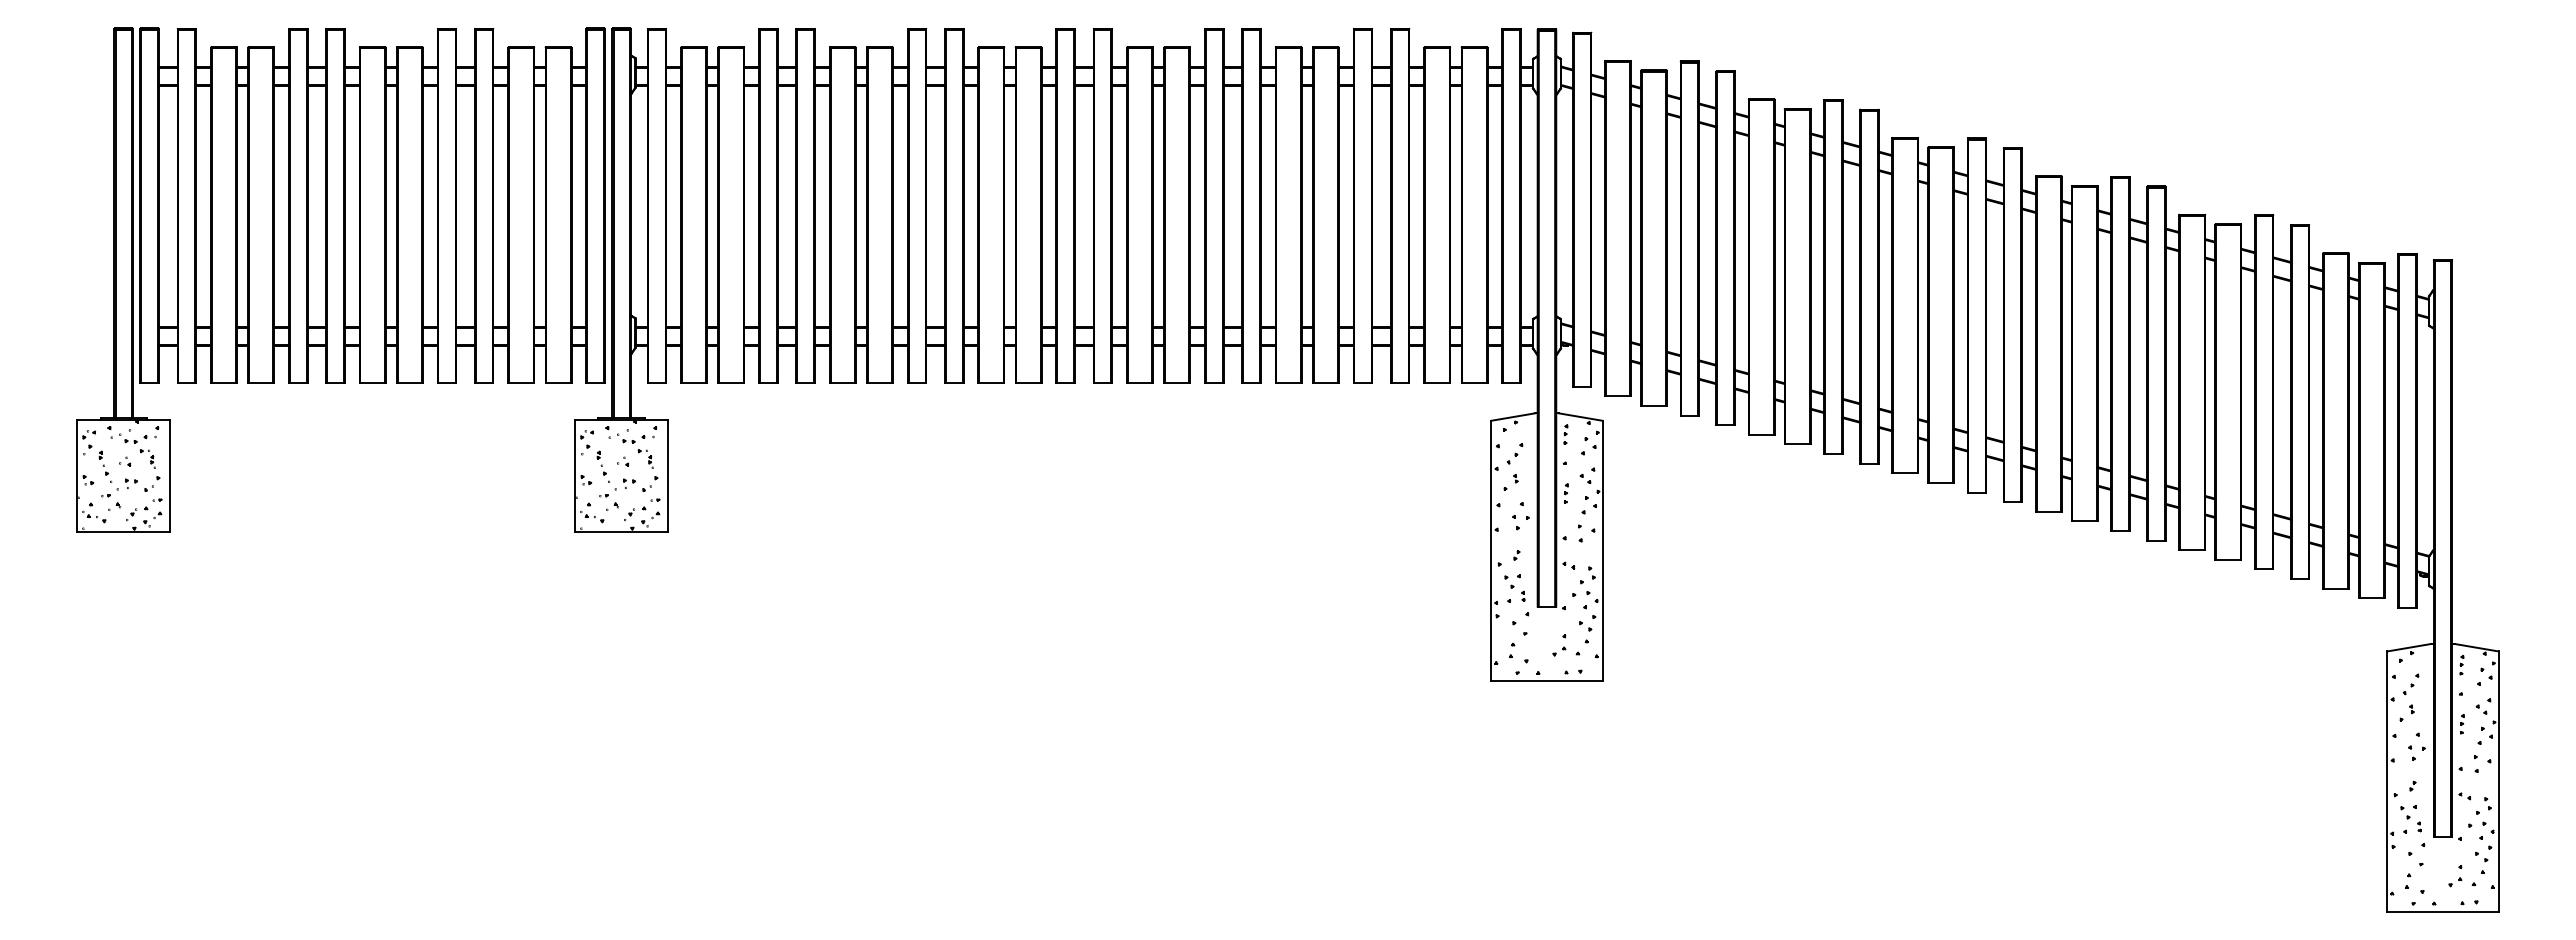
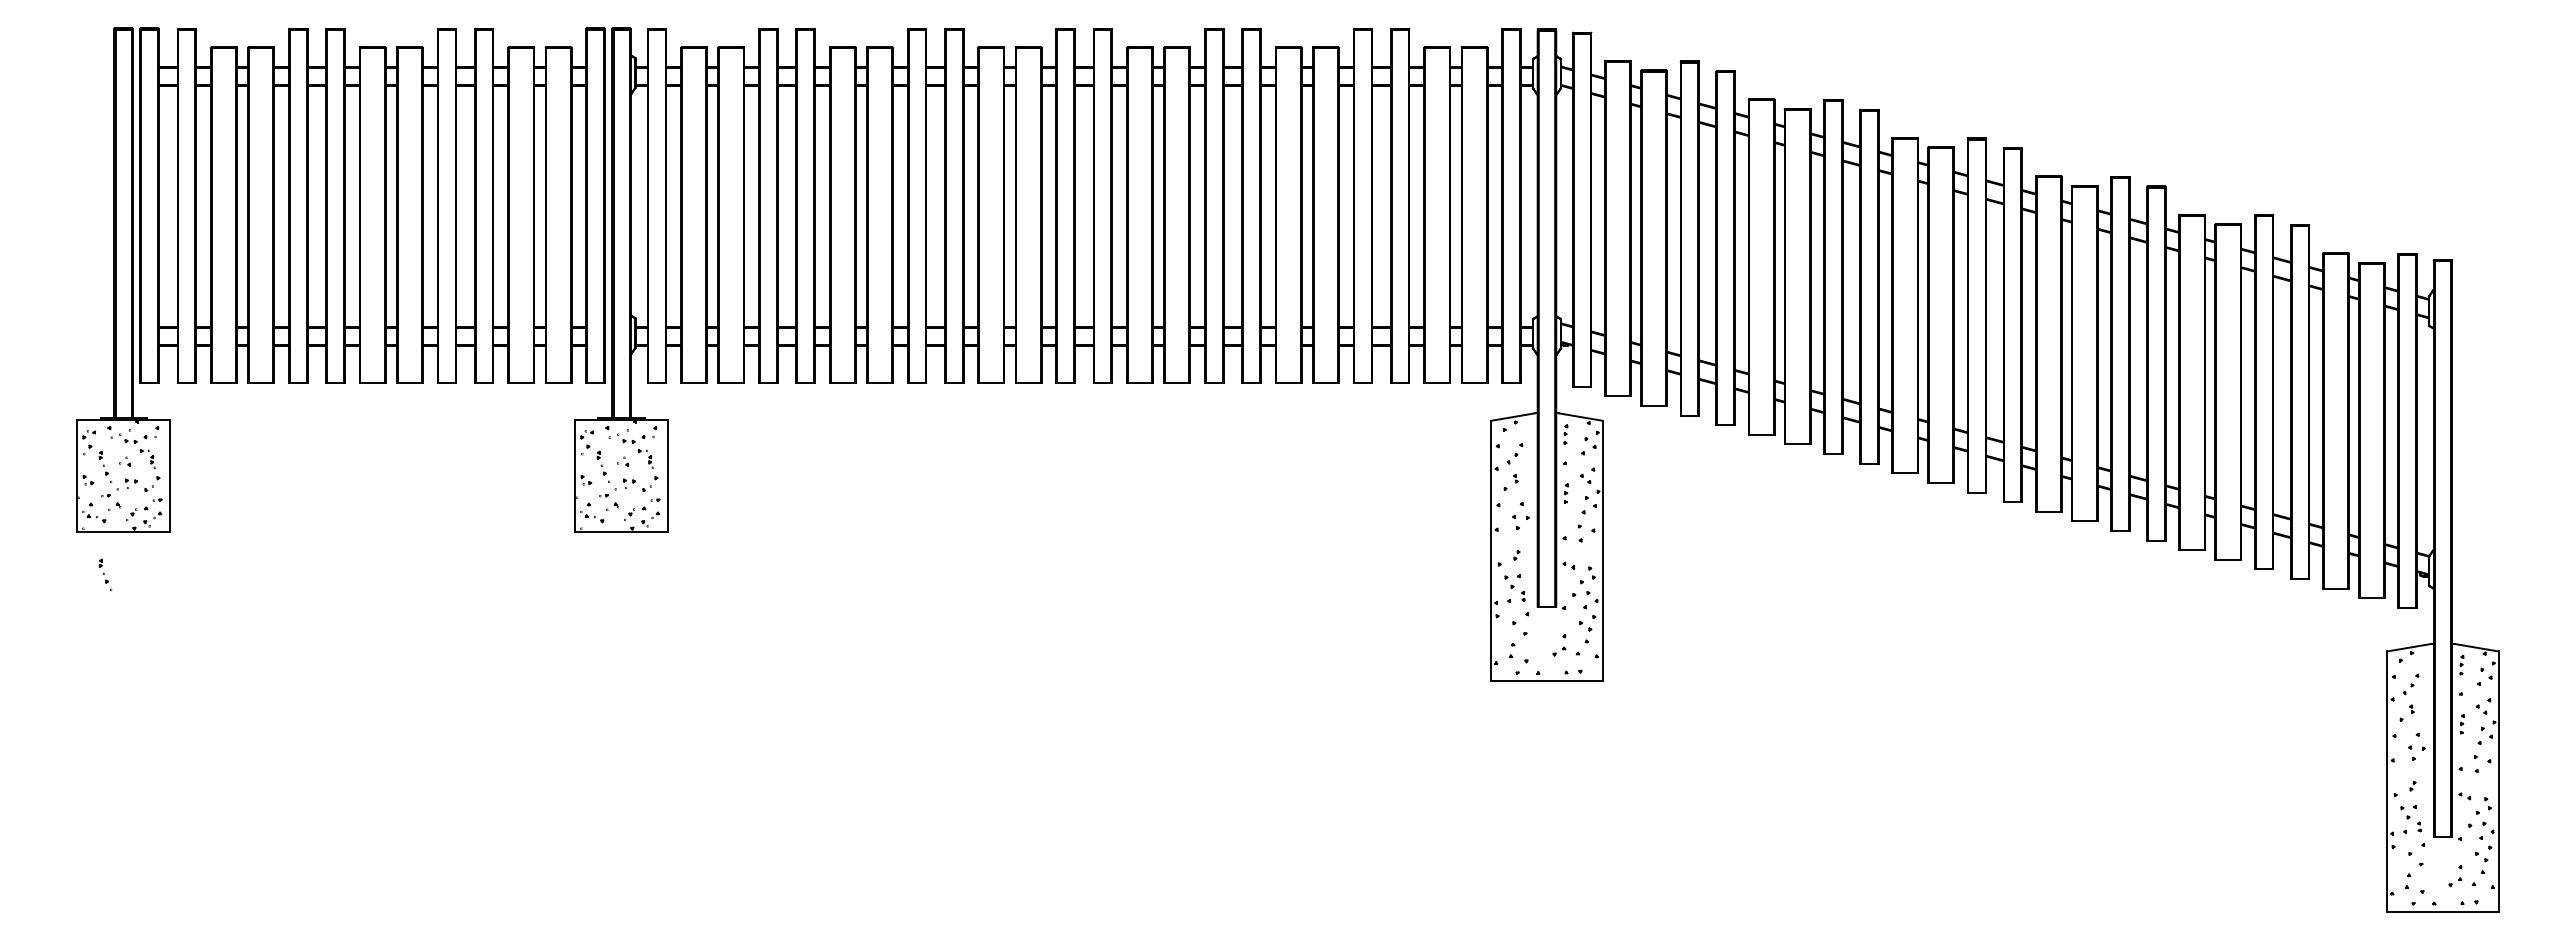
part at (105, 574): none -> present
